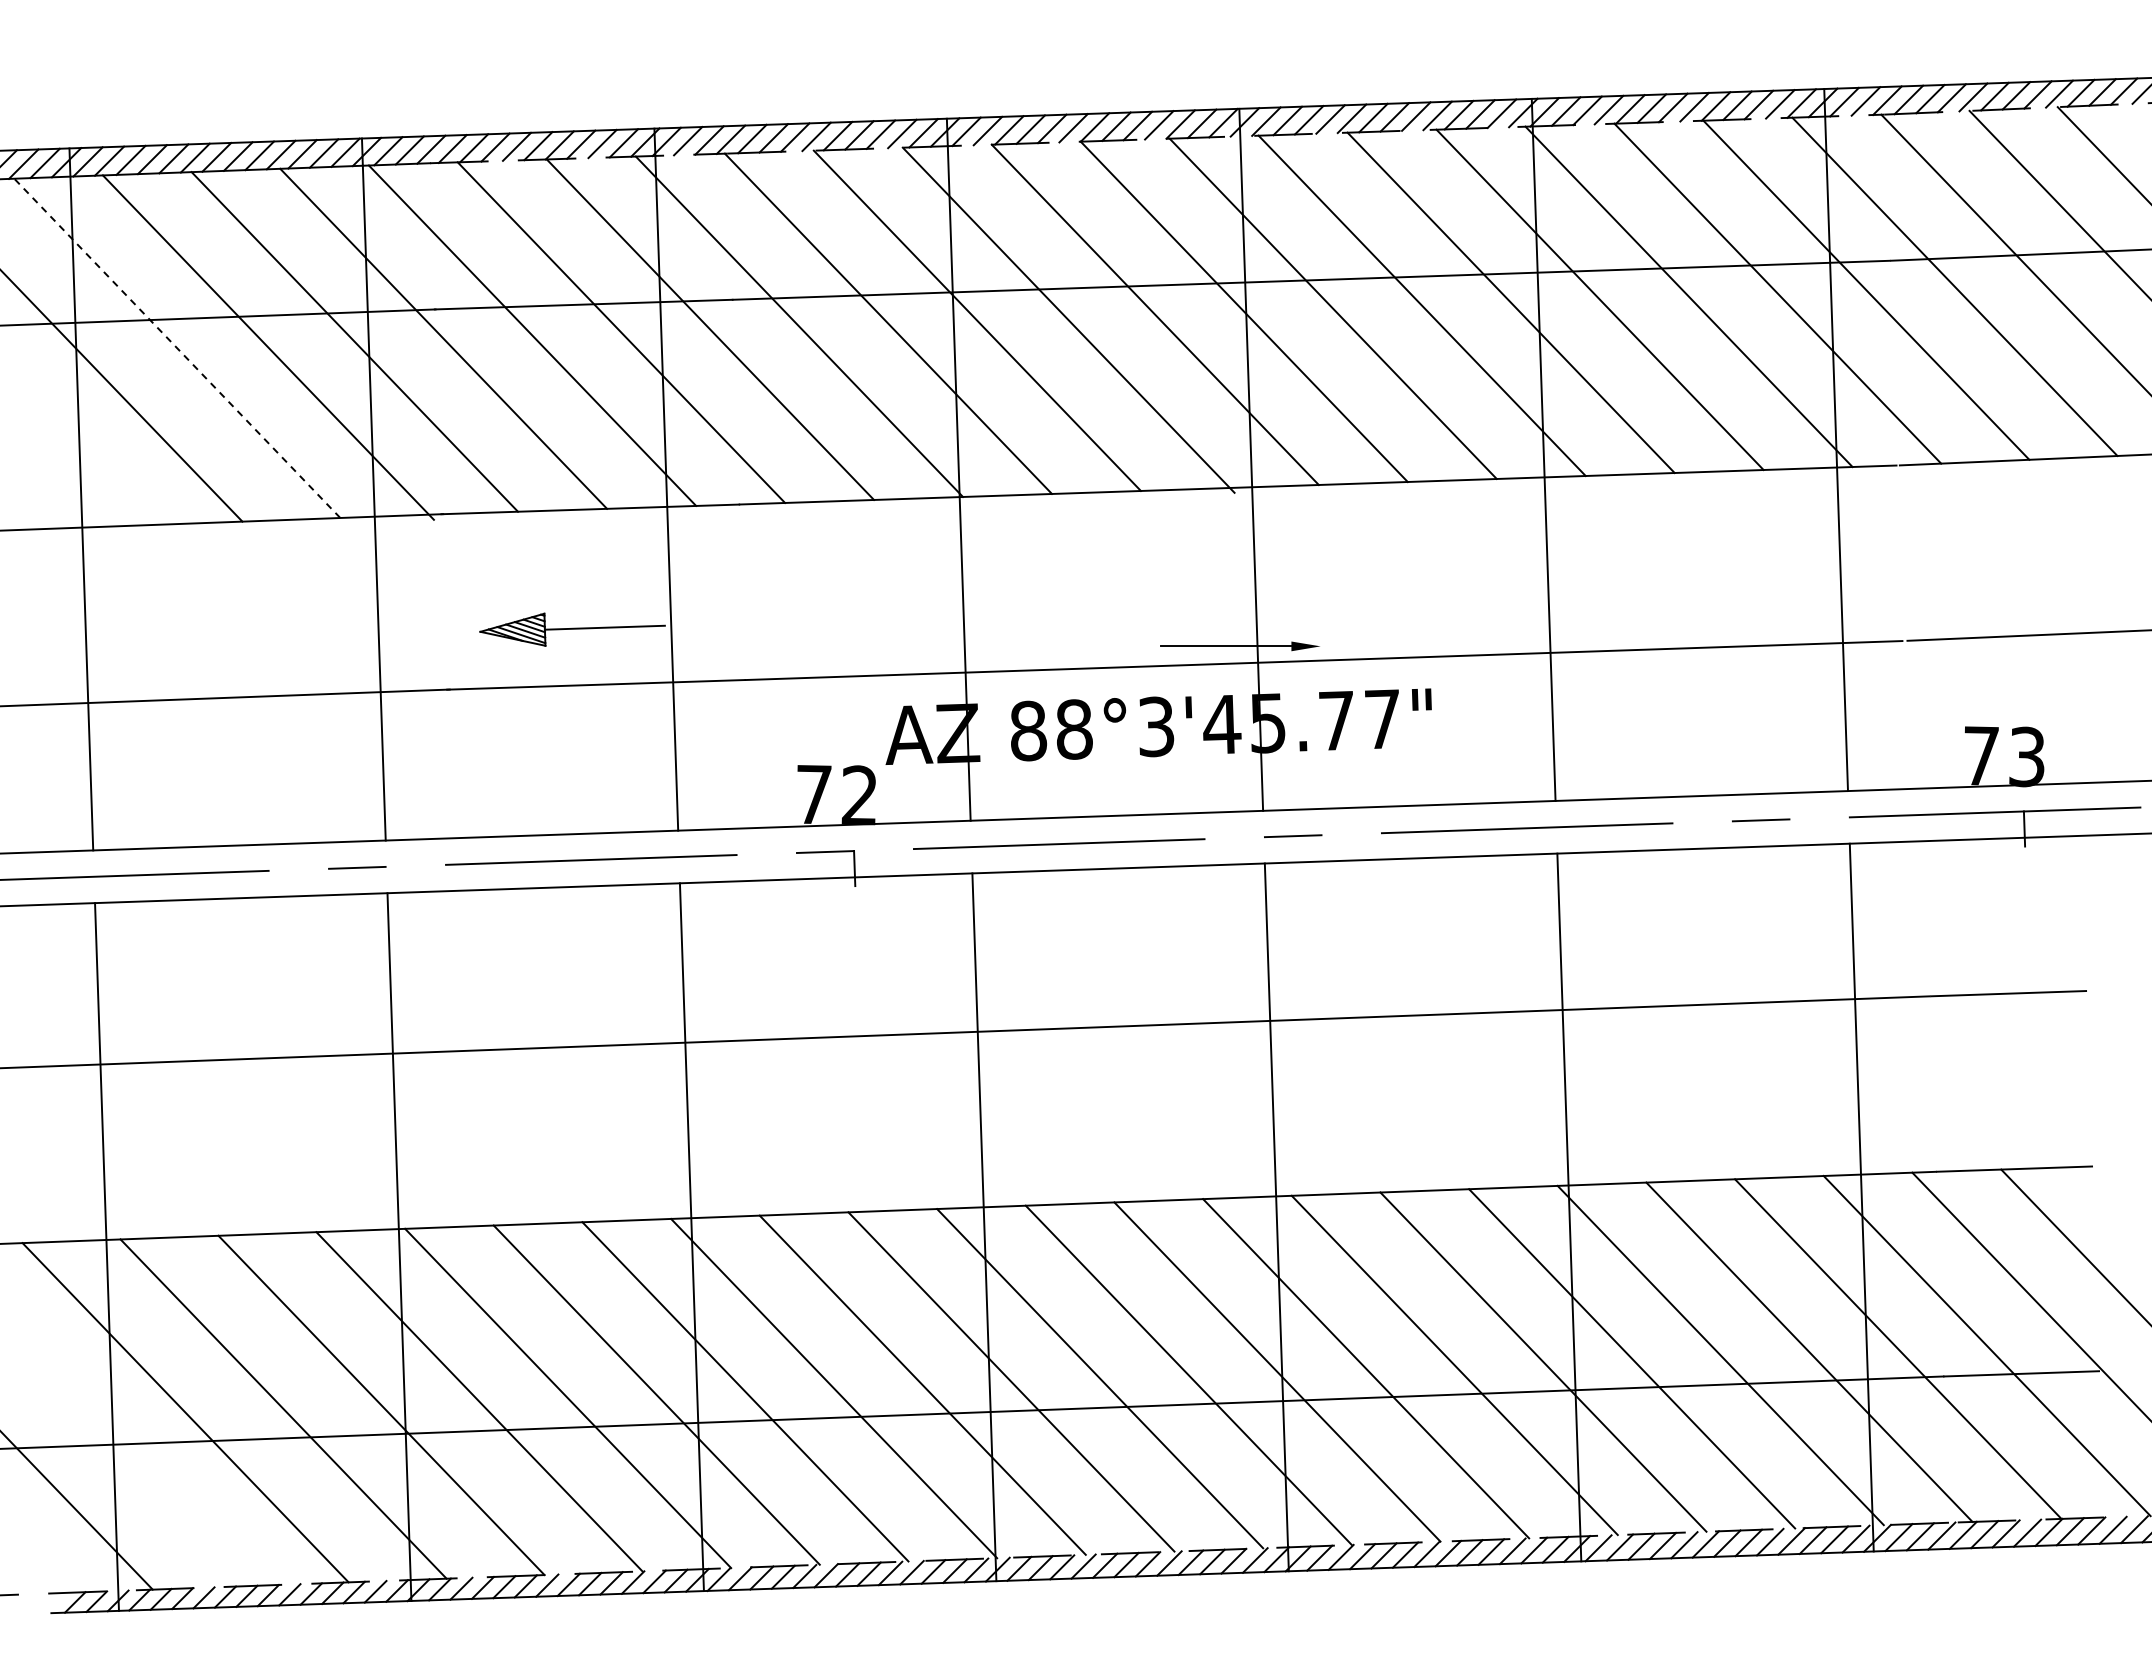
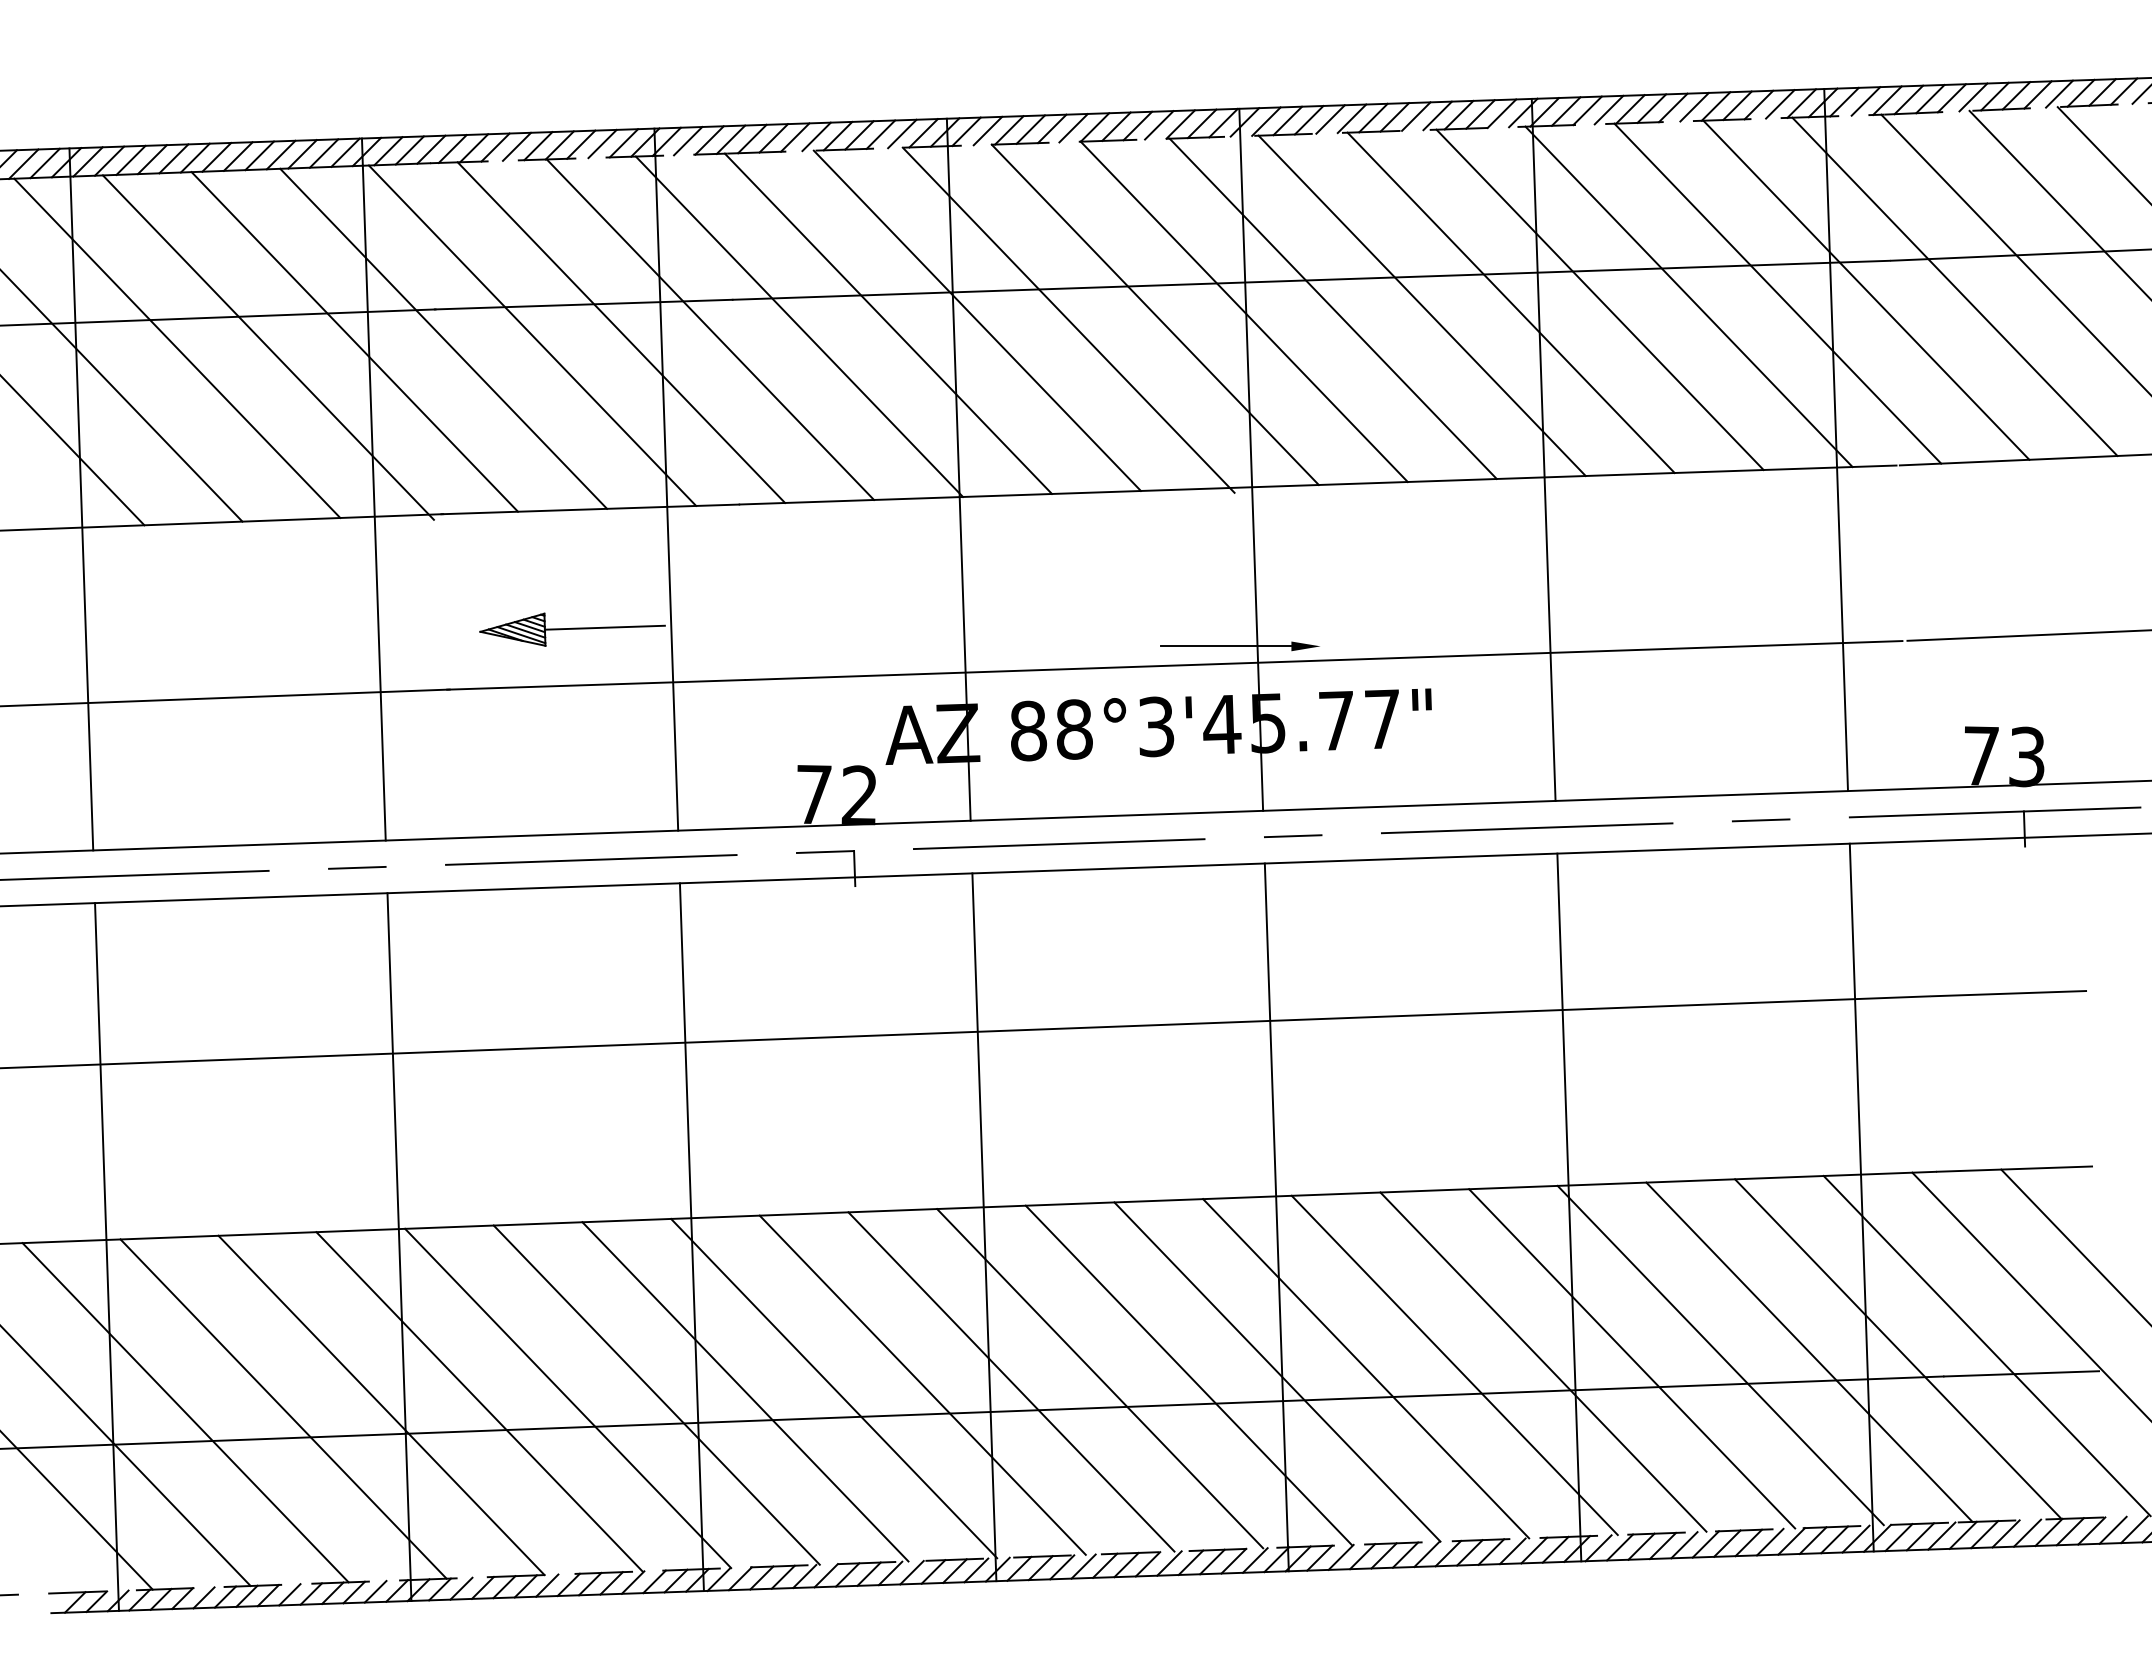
line at (176, 347): dashed -> solid
line at (73, 451): none -> present
line at (126, 1456): none -> present
